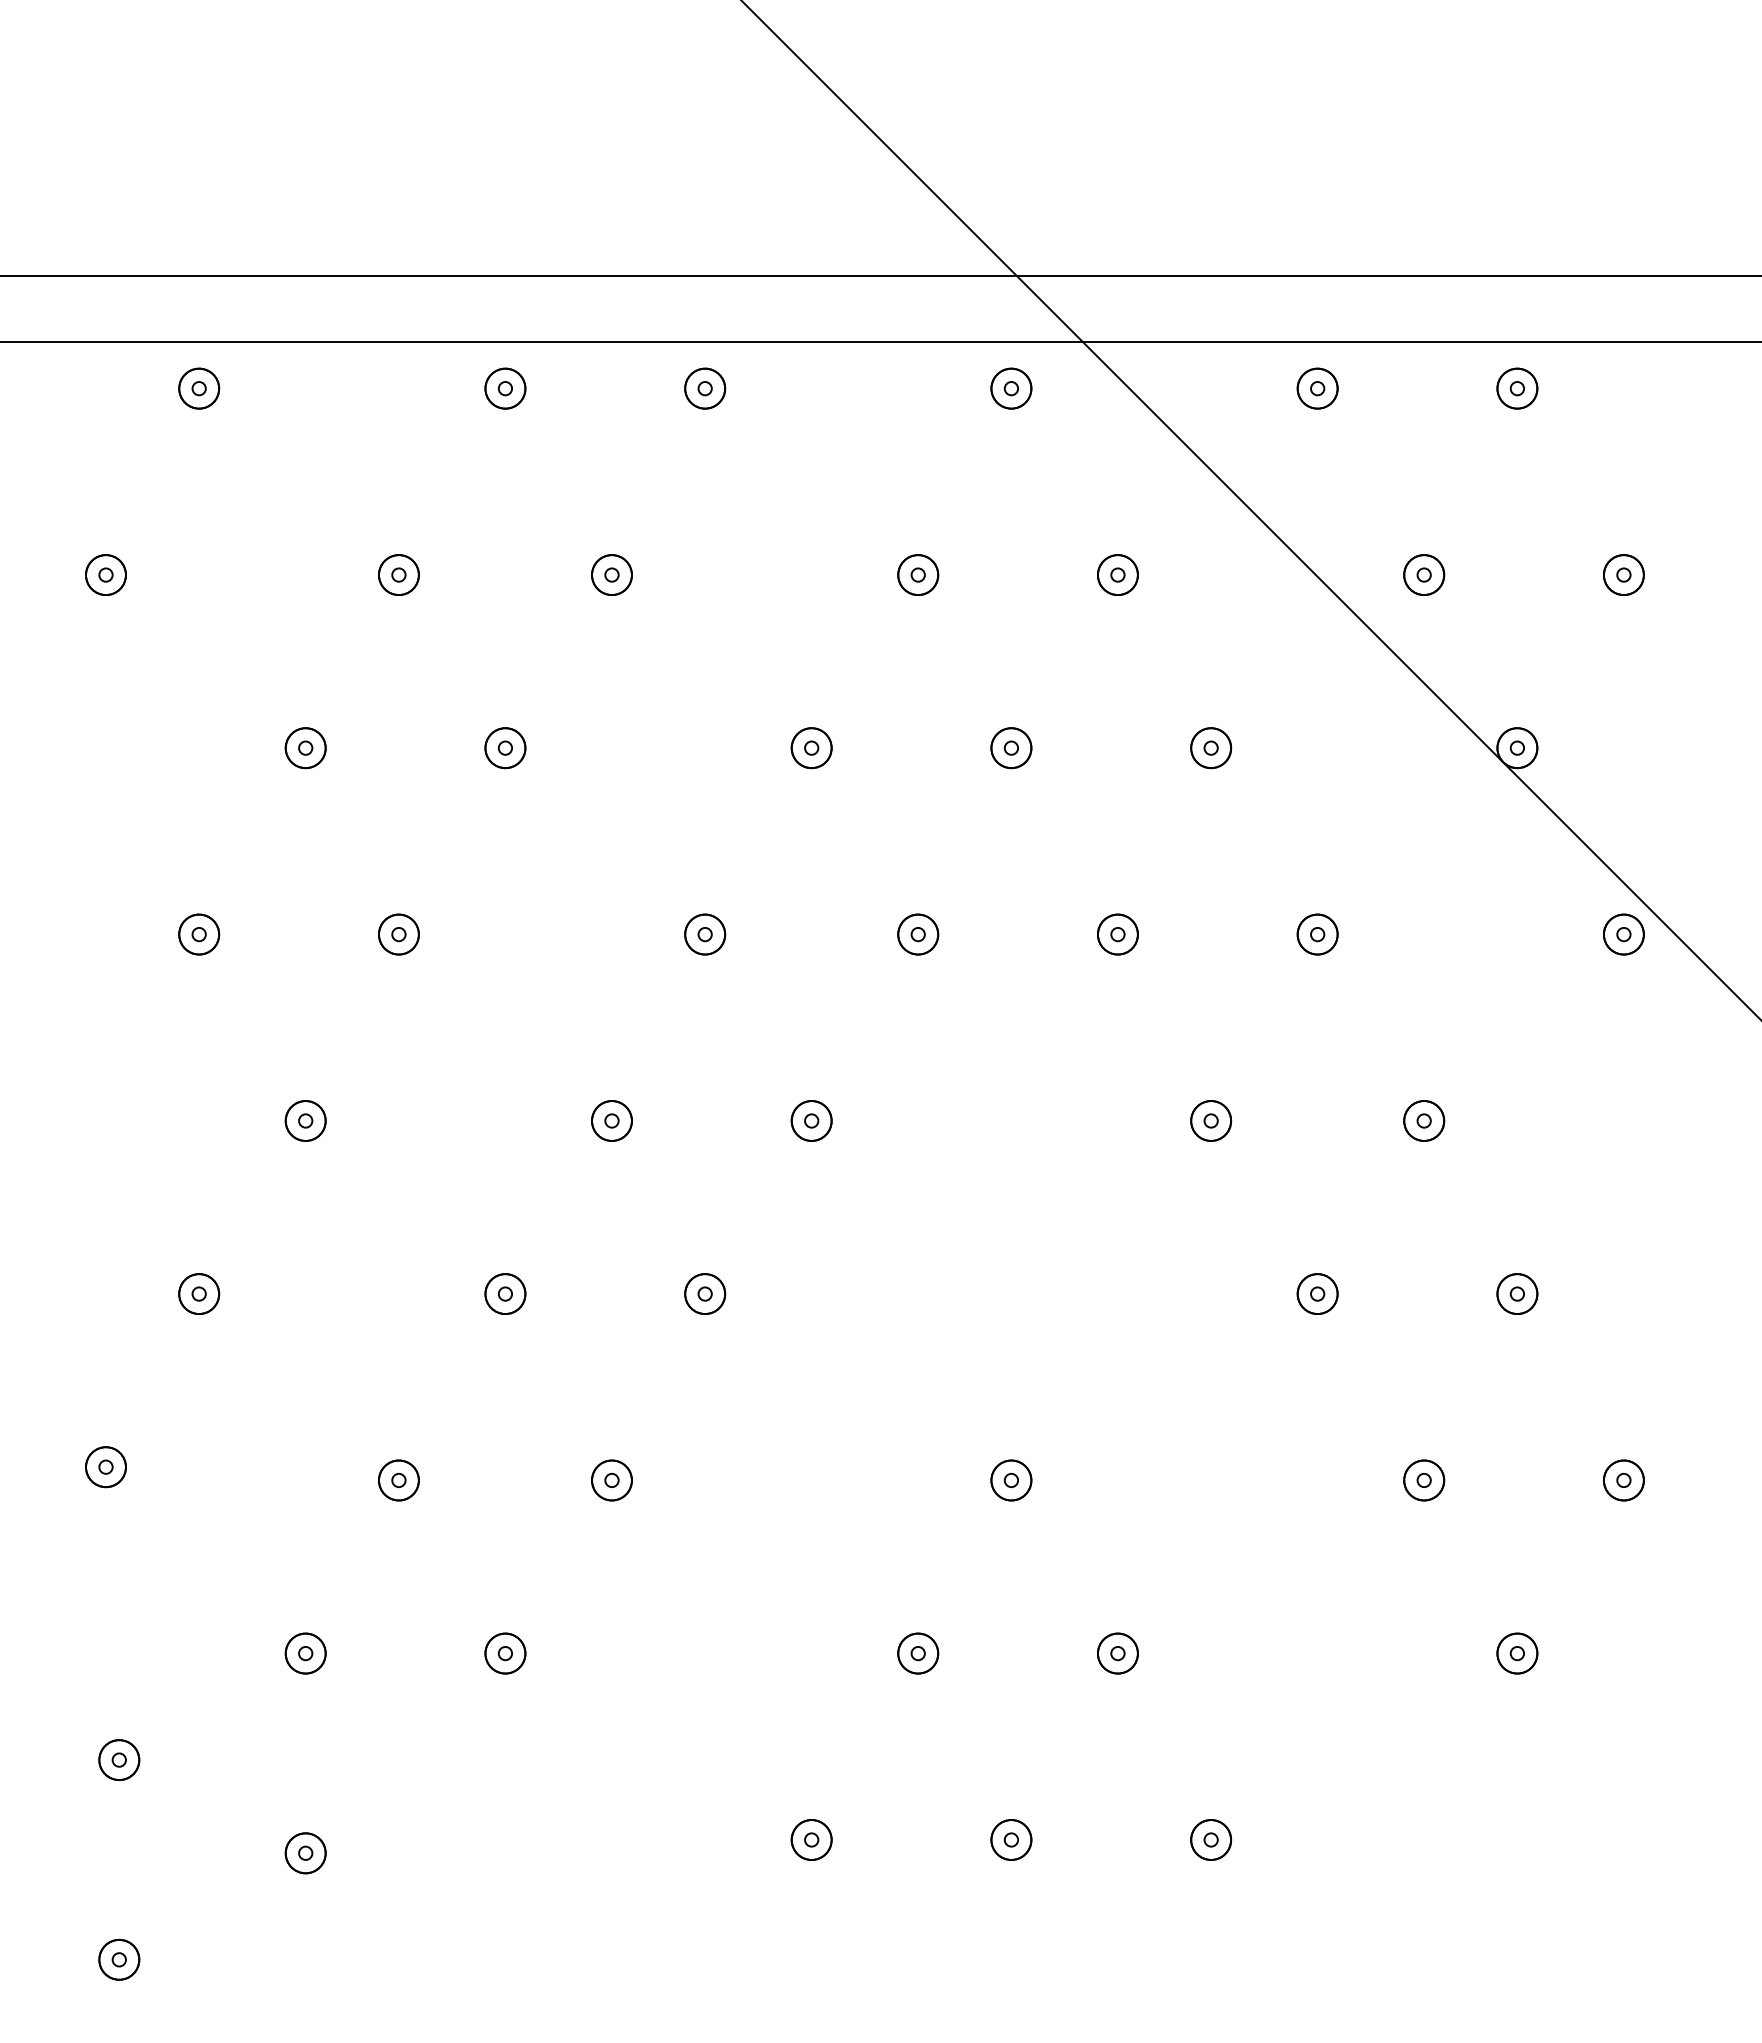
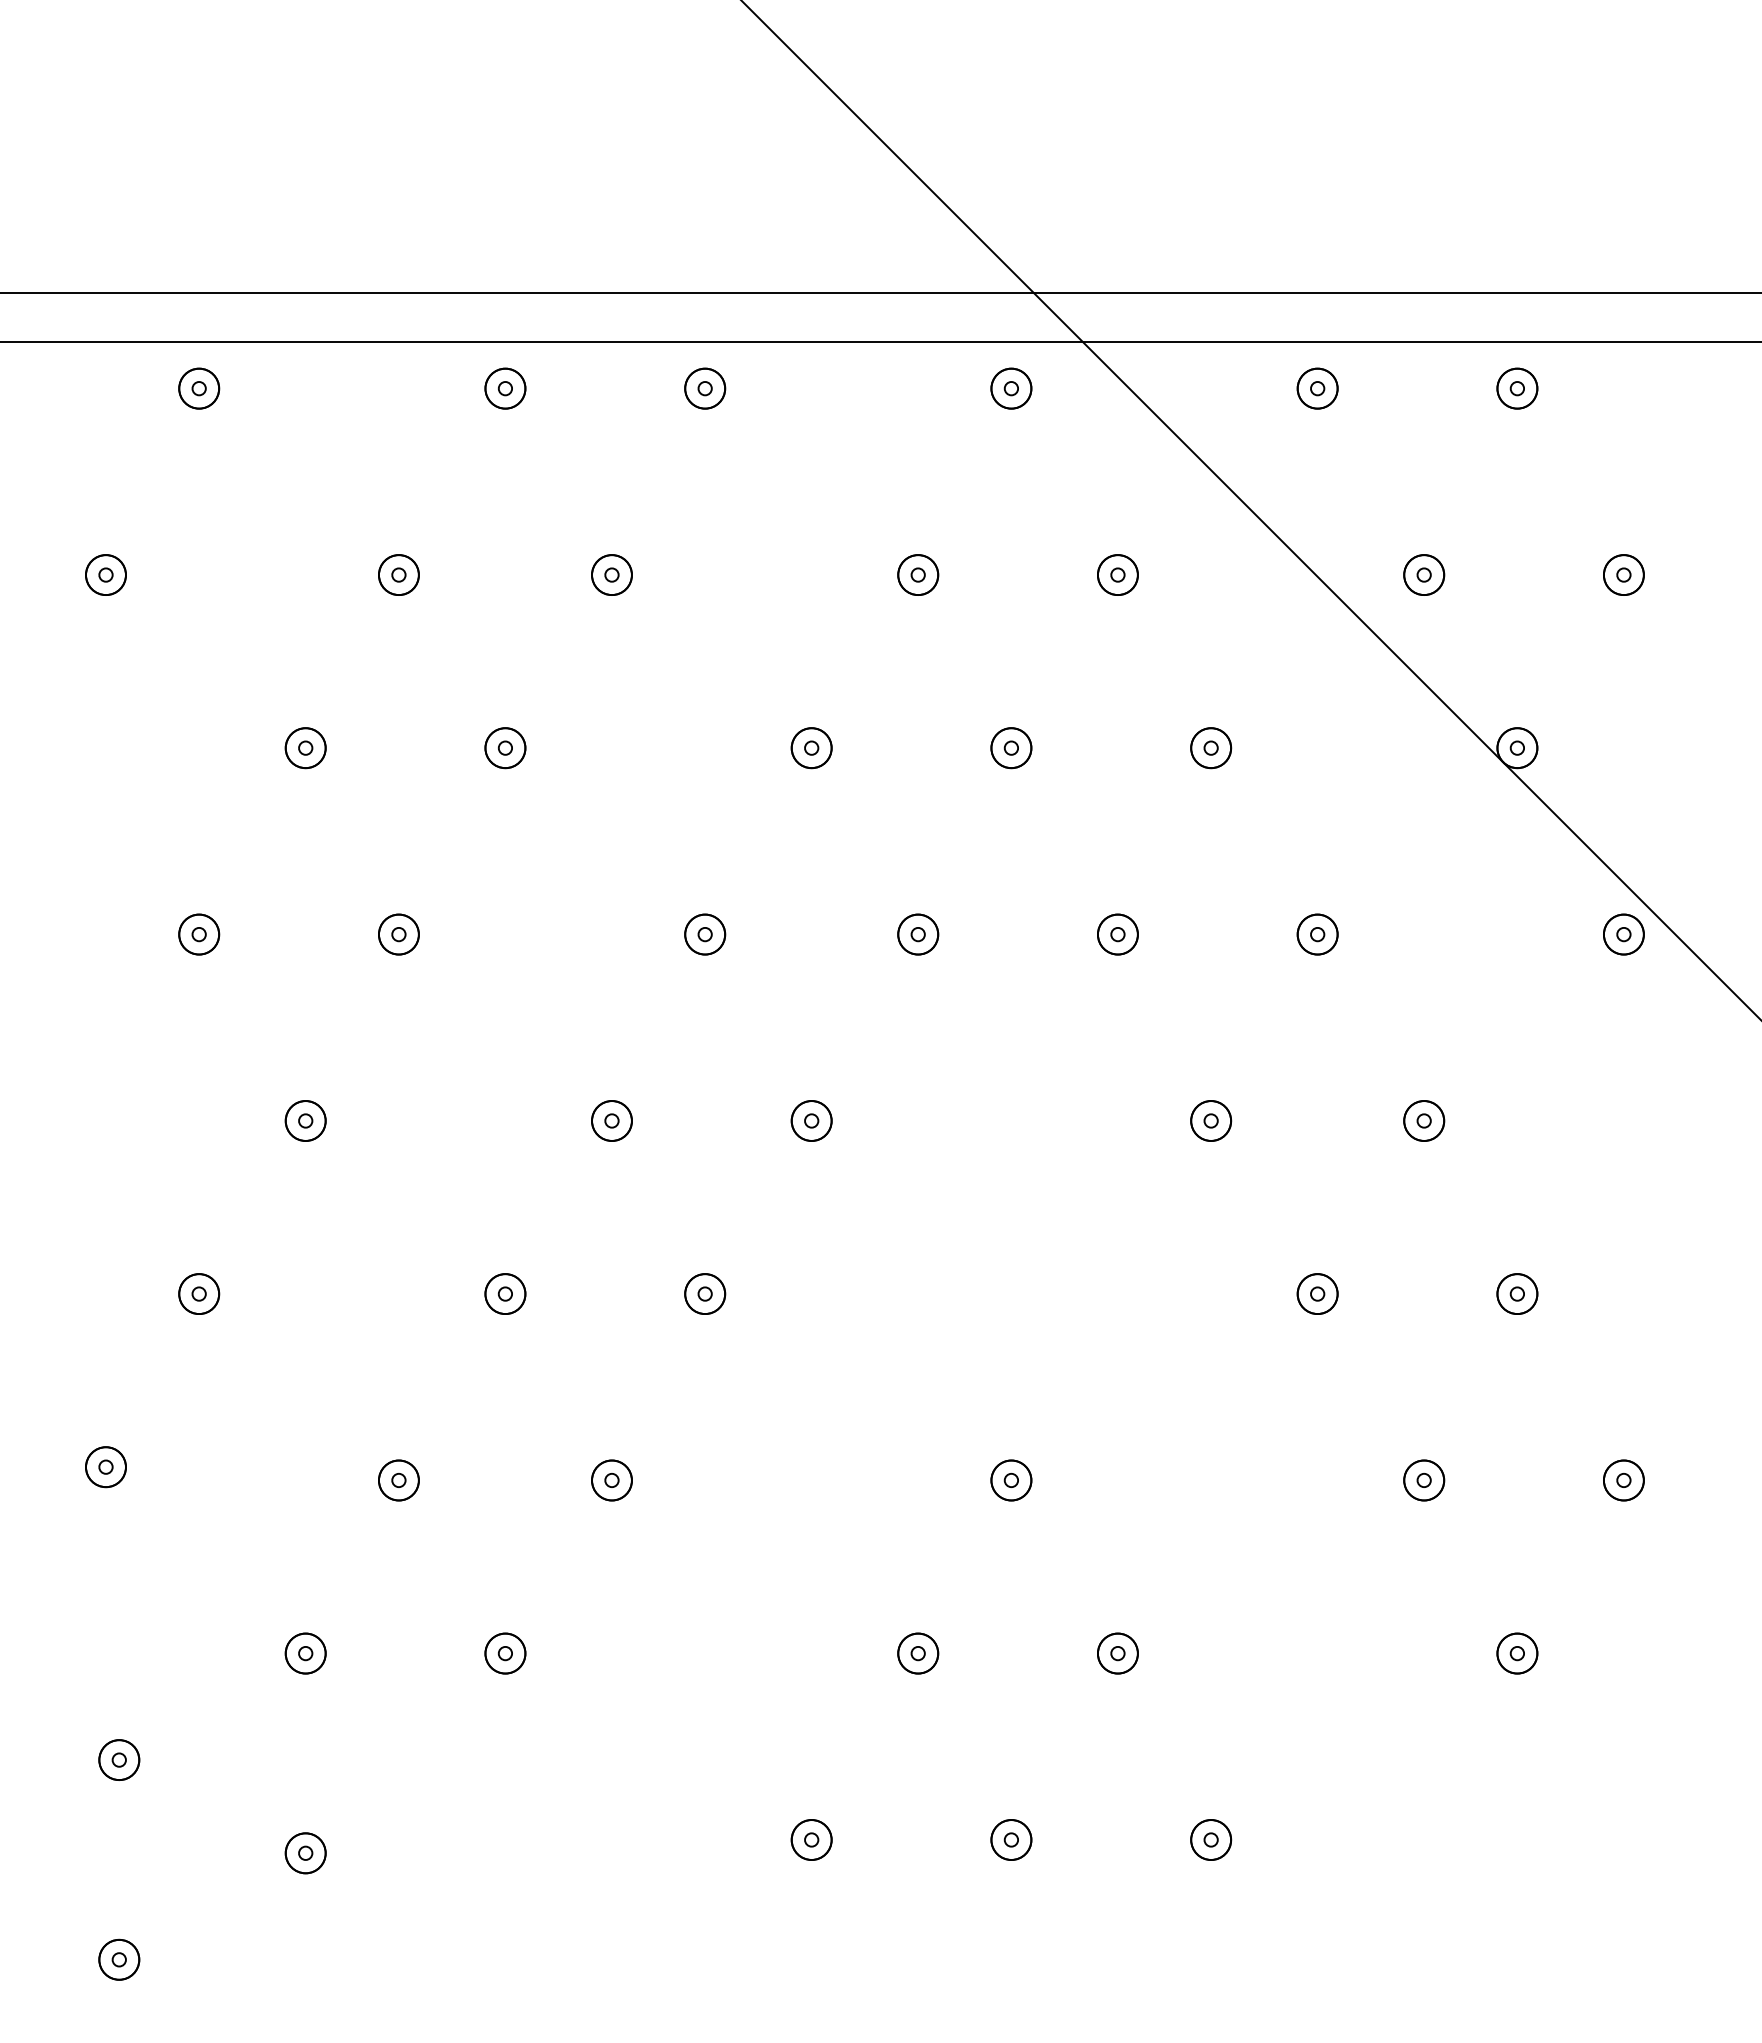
line at (880, 275) position: (880, 275) -> (880, 292)
